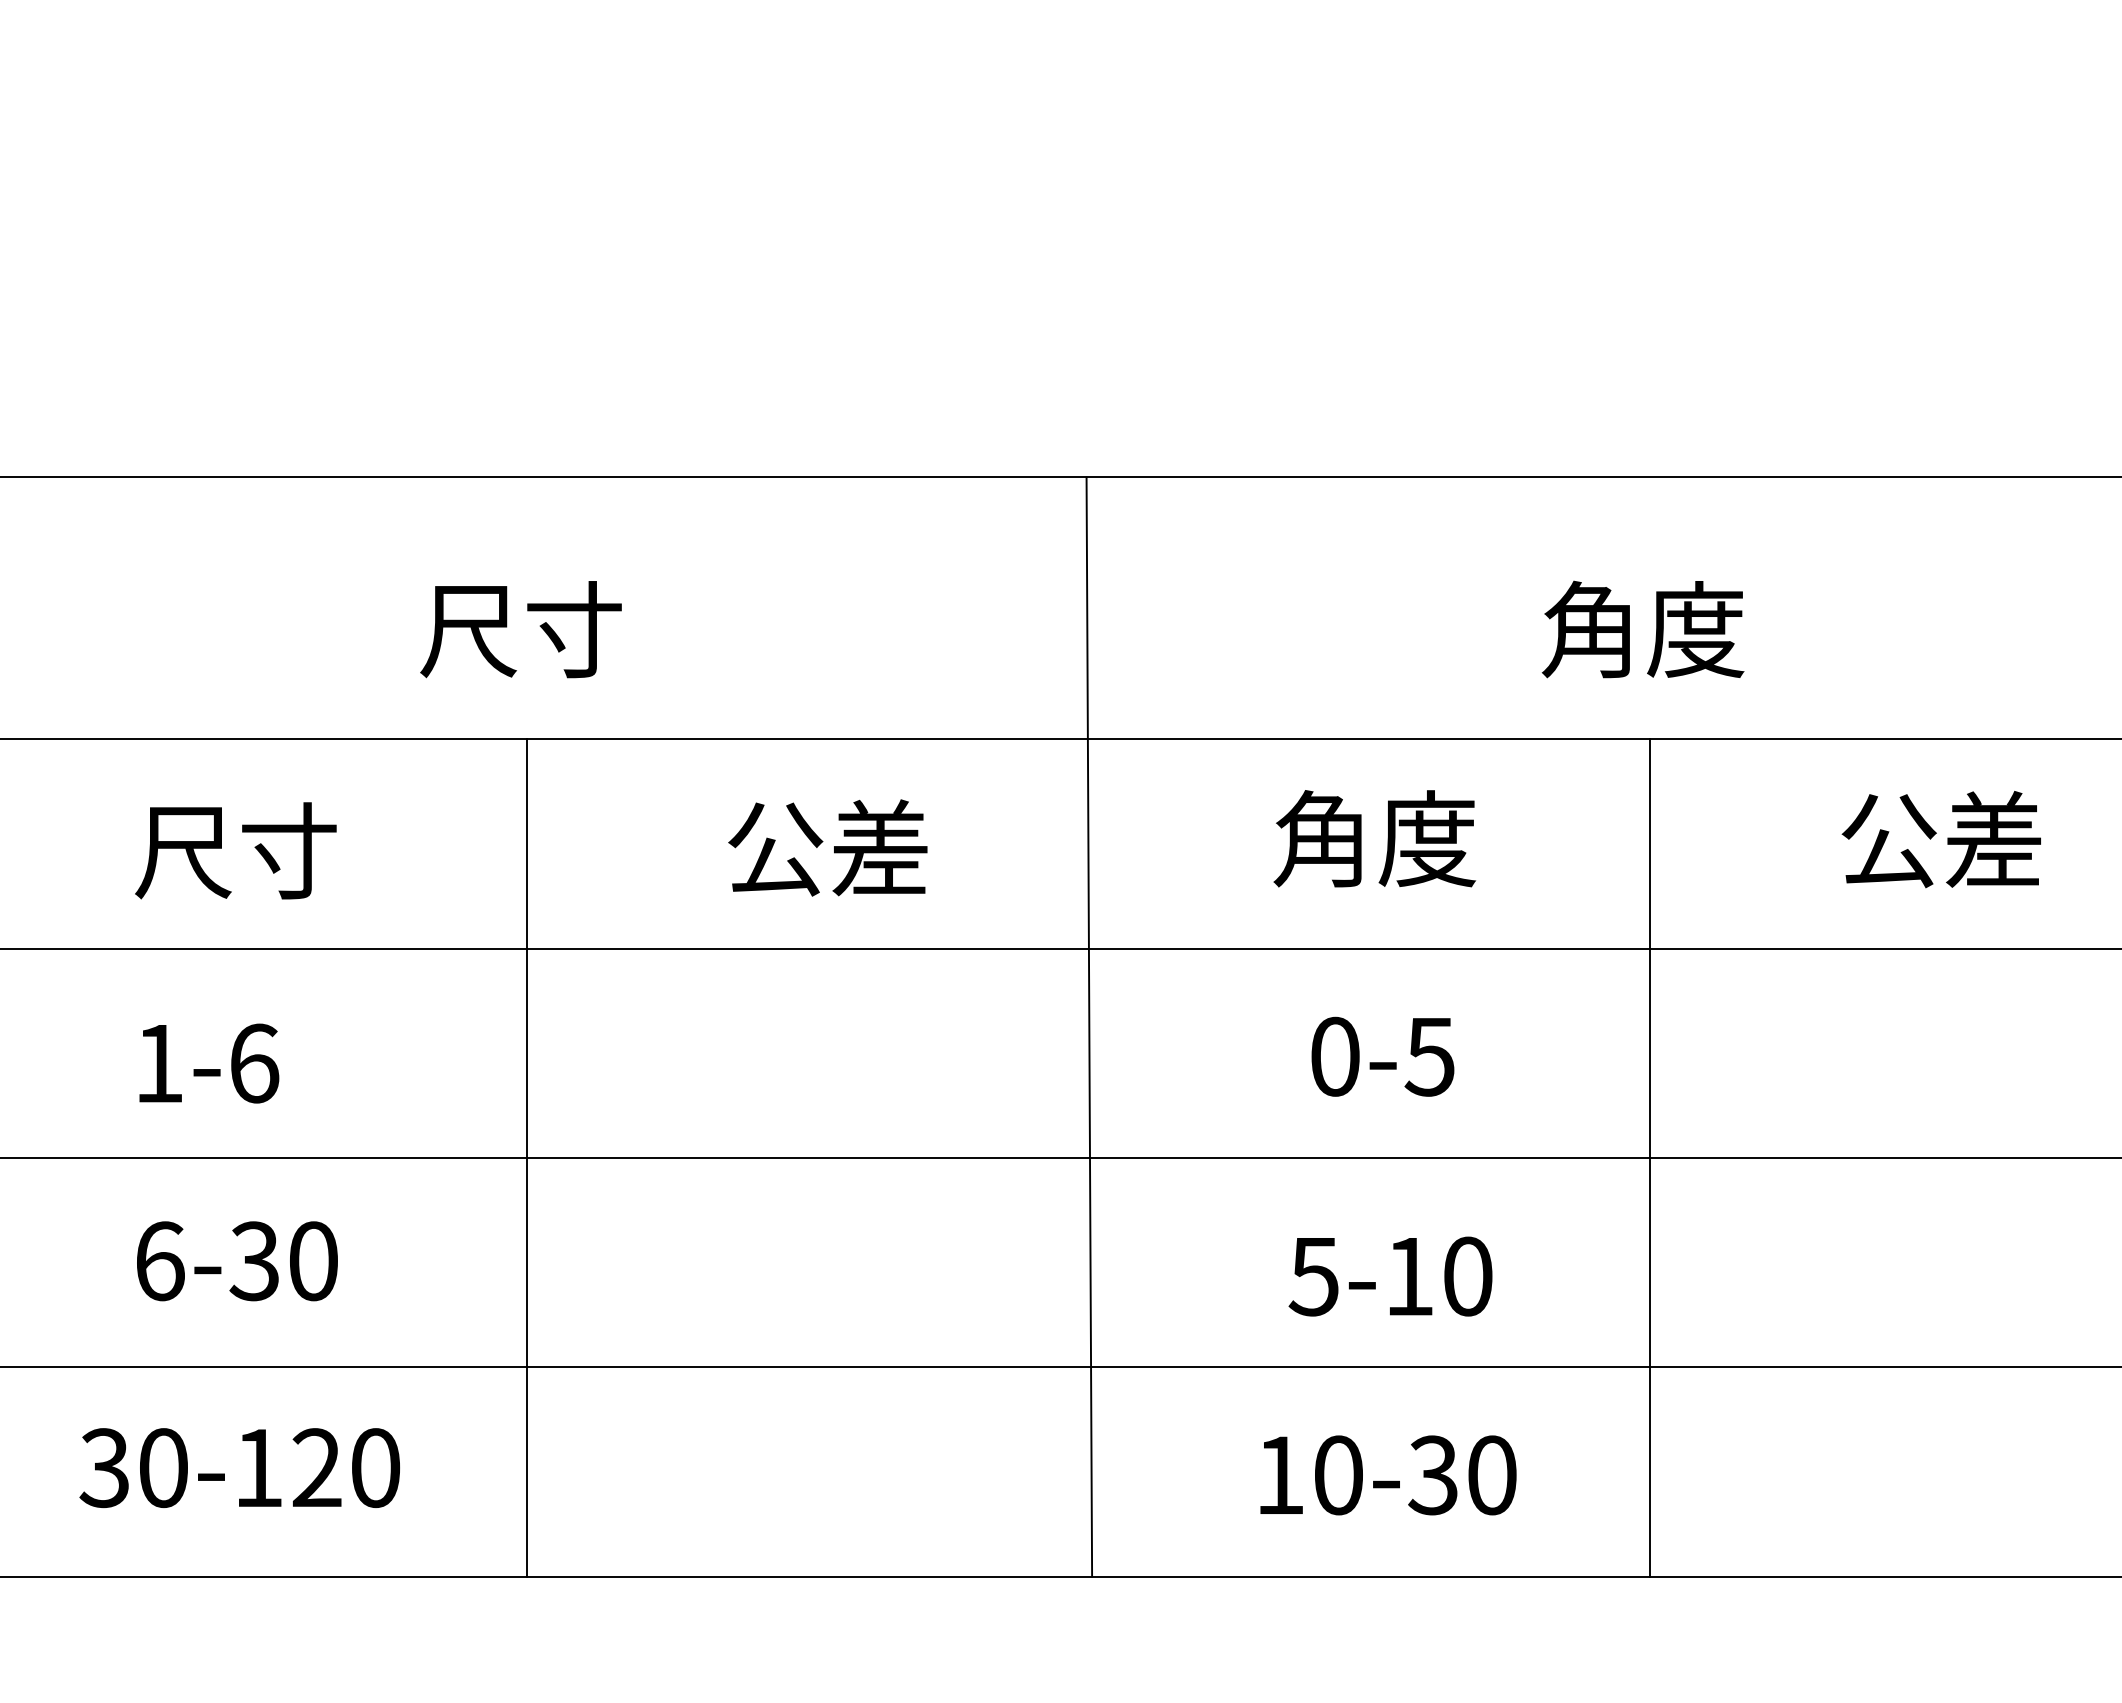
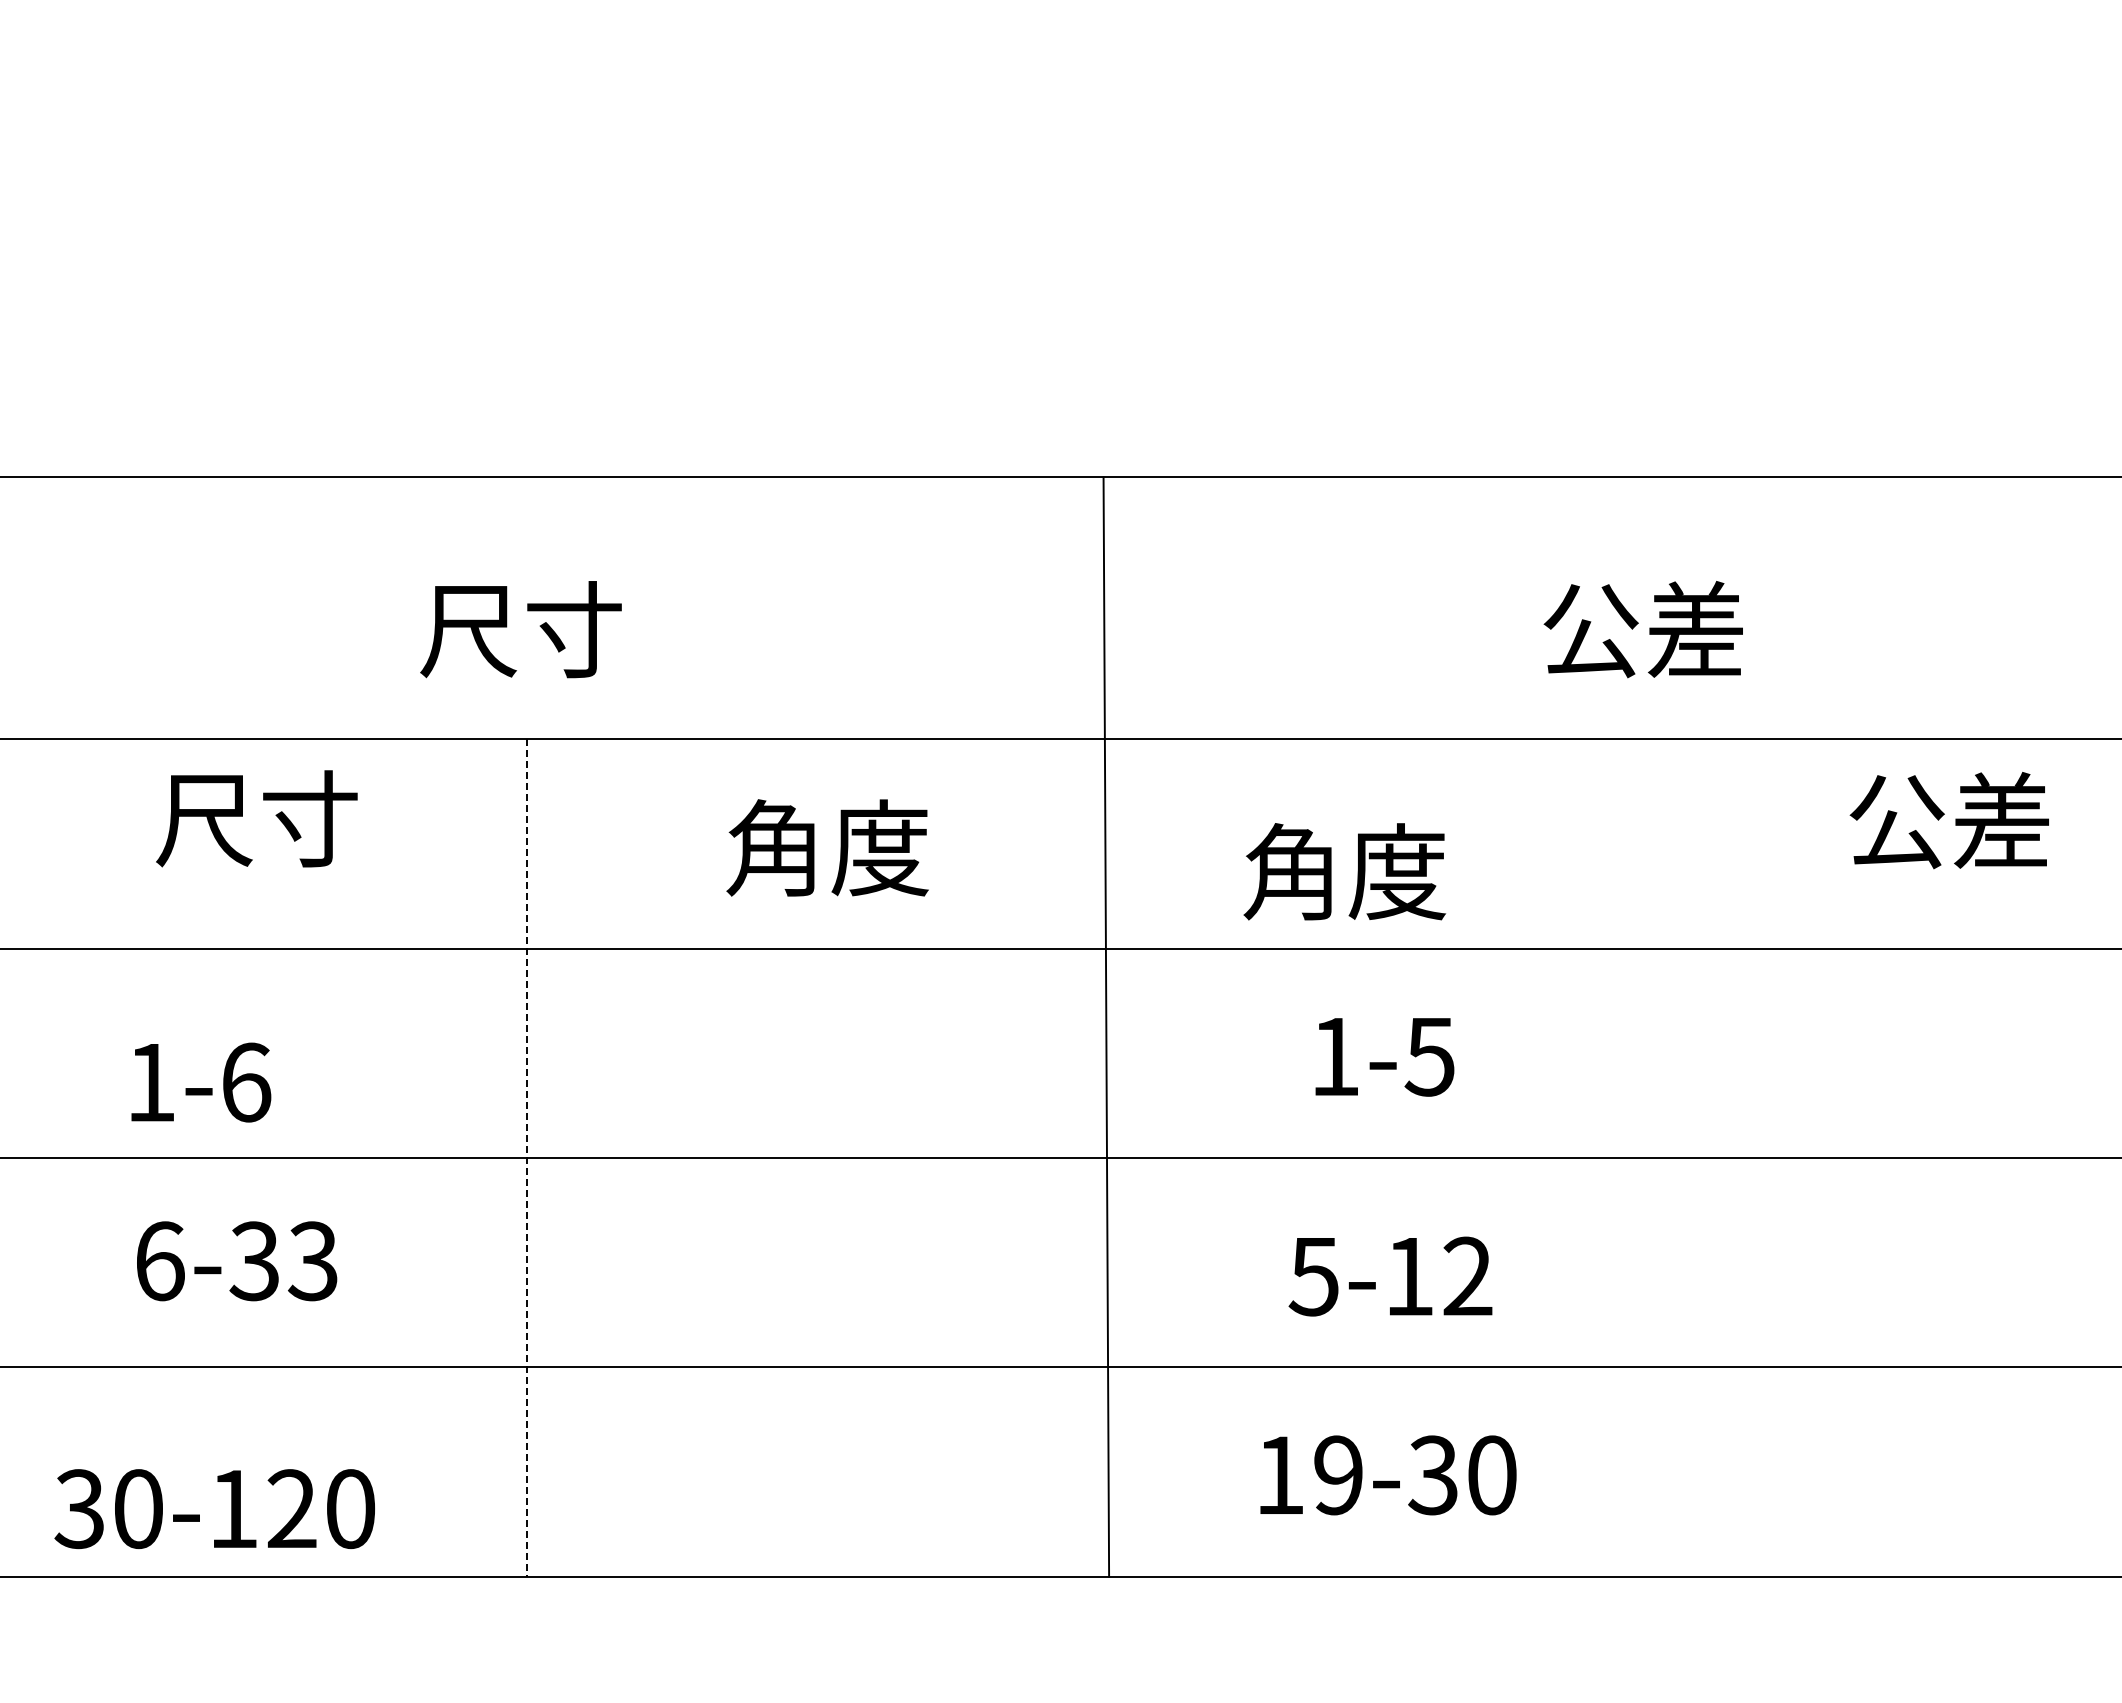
text at (1642, 629): 角度 -> 公差
text at (1374, 838) position: (1374, 838) -> (1344, 871)
text at (1940, 839) position: (1940, 839) -> (1948, 820)
text at (827, 847): 公差 -> 角度
text at (235, 850) position: (235, 850) -> (256, 818)
line at (1089, 1026) position: (1089, 1026) -> (1106, 1026)
text at (1335, 1056): 0-5 -> 1-5
text at (209, 1063) position: (209, 1063) -> (201, 1082)
line at (527, 1157): solid -> dashed
line at (1650, 1157): present -> none
text at (312, 1261): 6-30 -> 6-33
text at (1467, 1276): 5-10 -> 5-12
text at (239, 1468) position: (239, 1468) -> (214, 1509)
text at (1338, 1475): 10-30 -> 19-30
